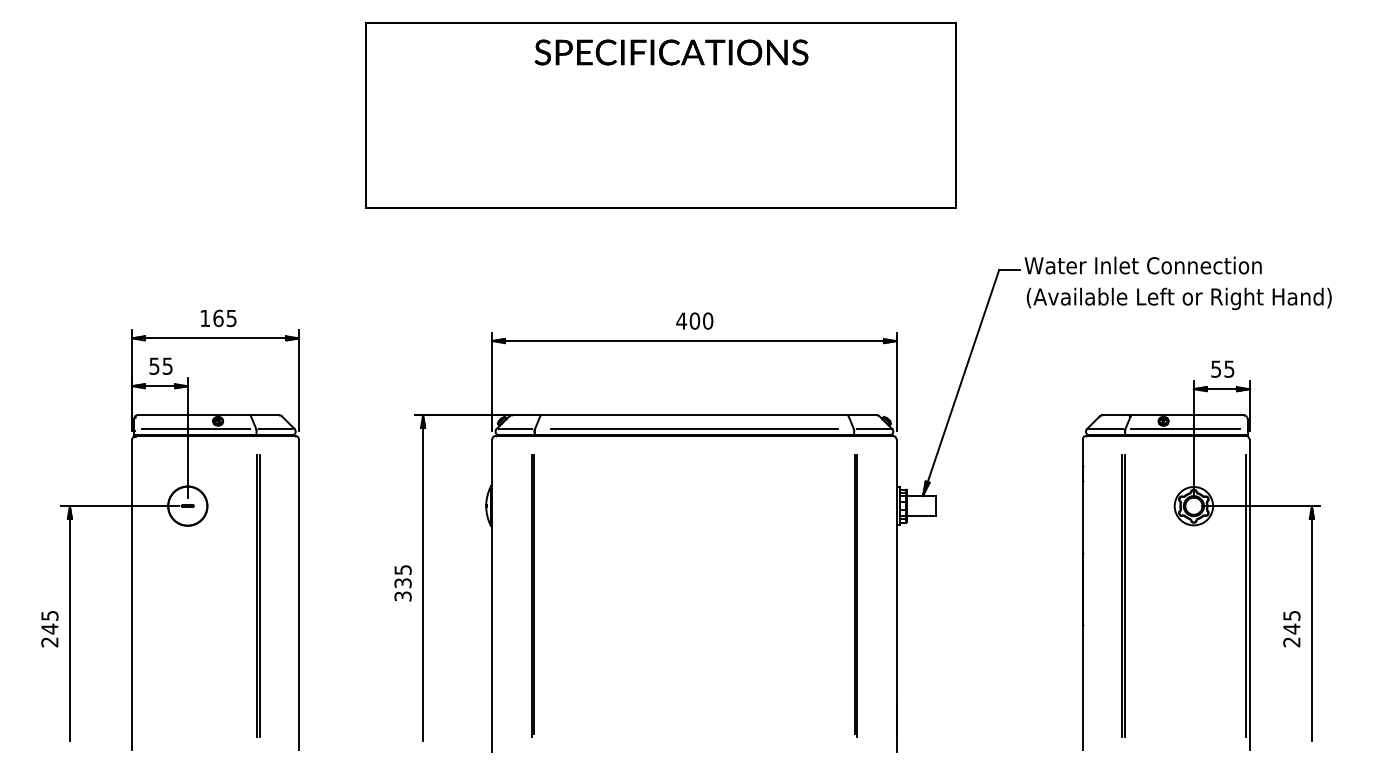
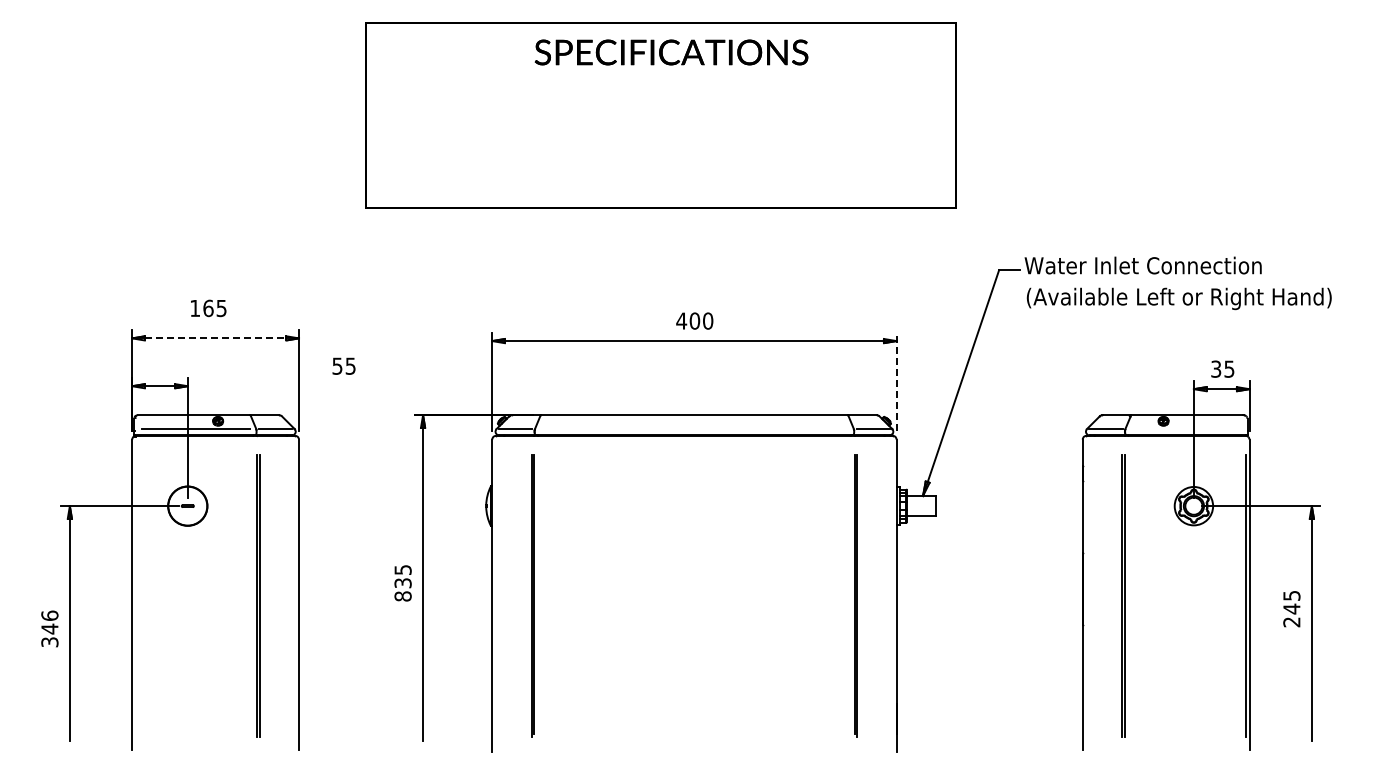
text at (218, 318) position: (218, 318) -> (208, 308)
line at (215, 338): solid -> dashed
text at (160, 365) position: (160, 365) -> (343, 365)
text at (1216, 368): 55 -> 35
line at (896, 381): solid -> dashed
line at (693, 429): present -> none
line at (1185, 429): present -> none
text at (402, 596): 335 -> 835
text at (49, 628): 245 -> 346
text at (1291, 629) position: (1291, 629) -> (1291, 609)
